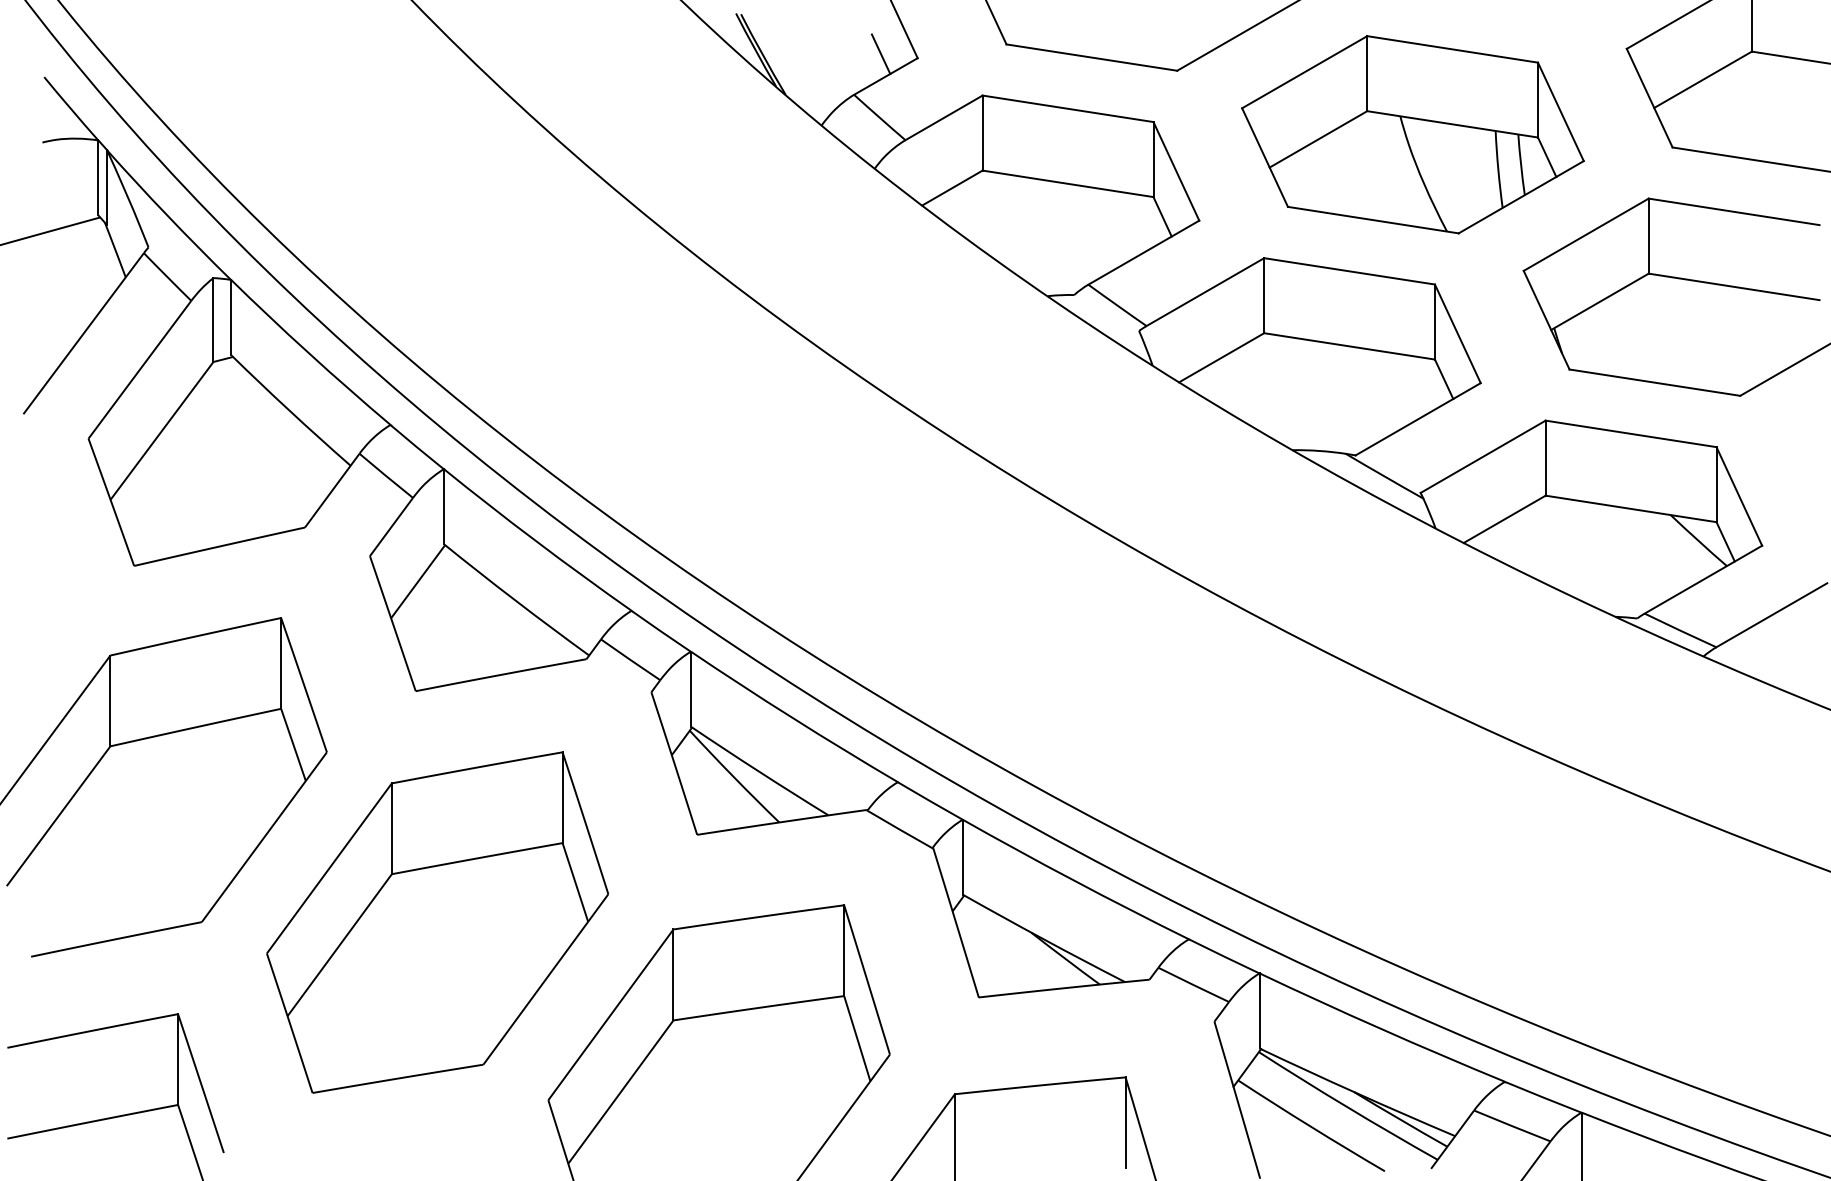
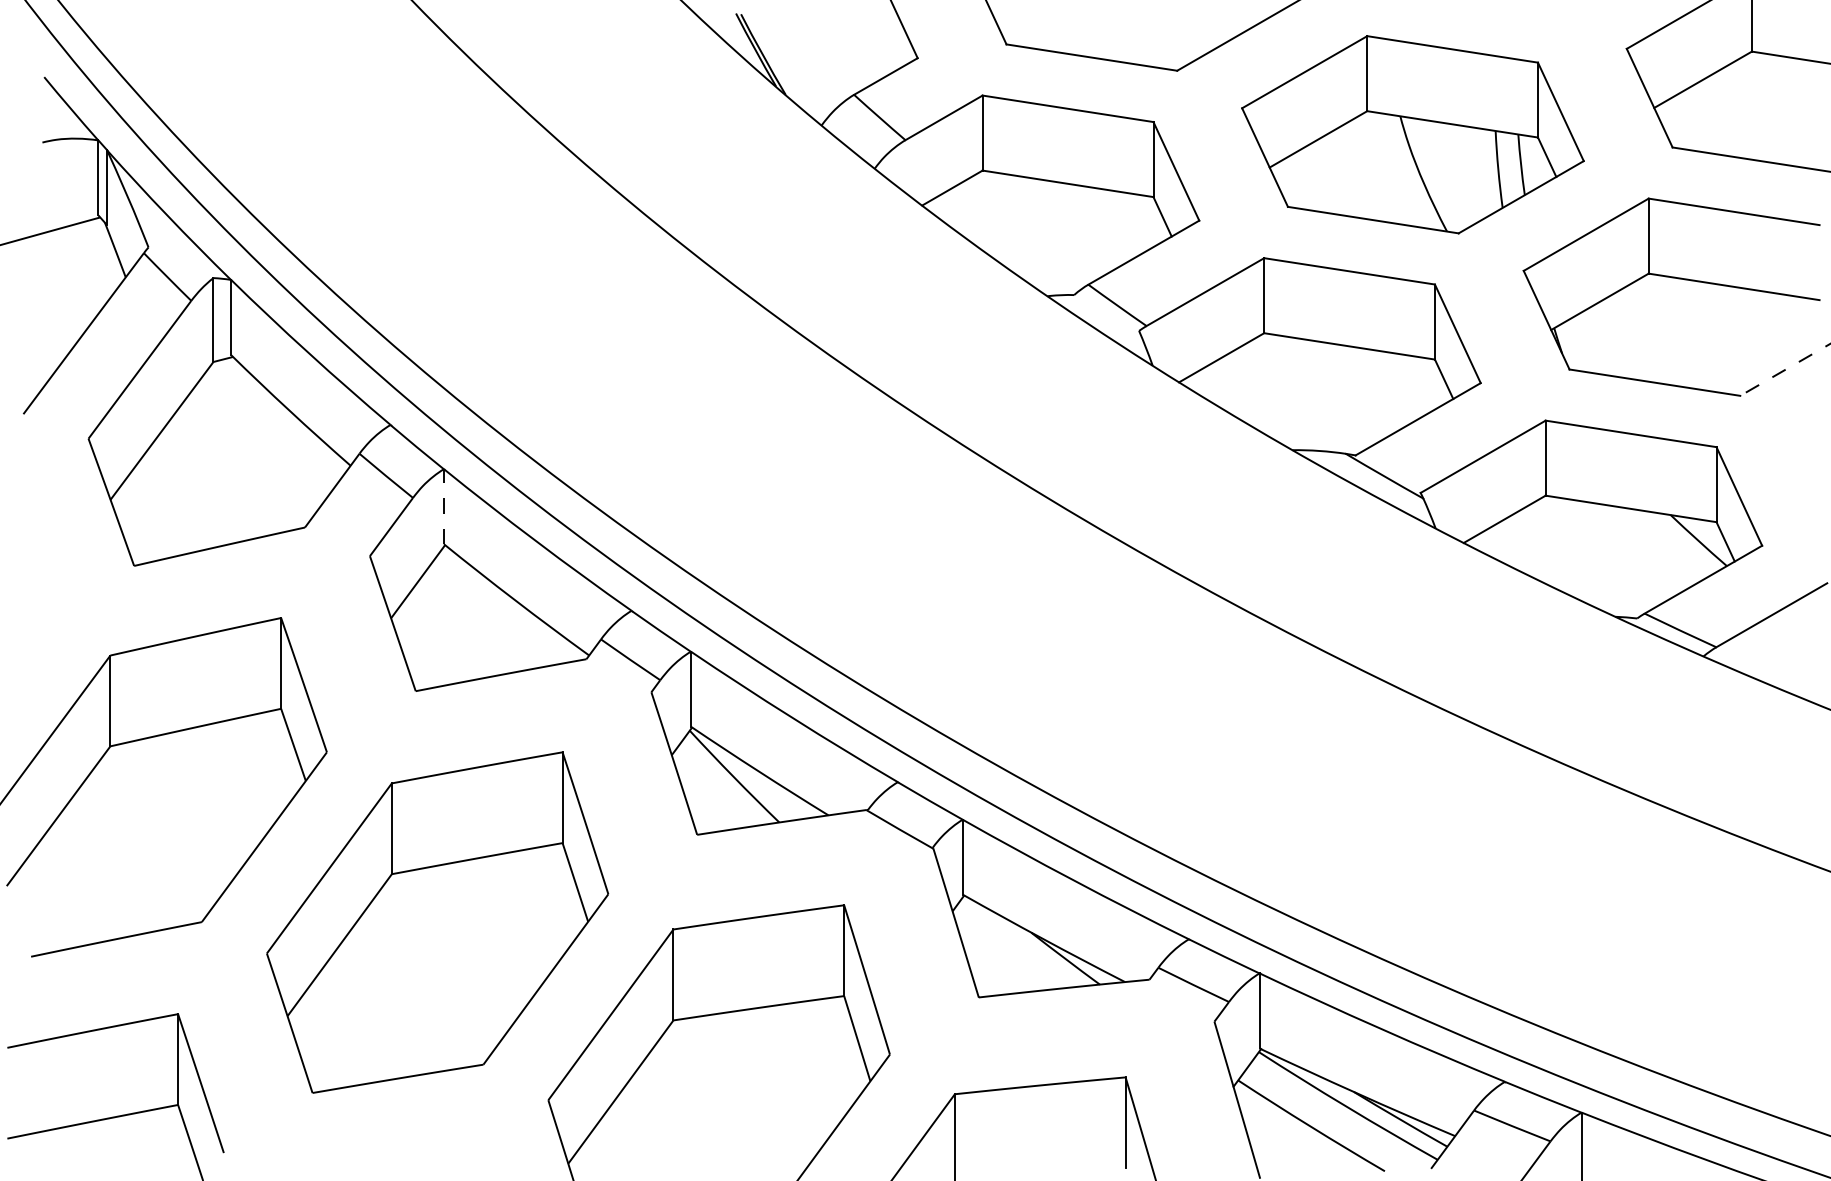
line at (880, 53): present -> none
line at (1785, 369): solid -> dashed
line at (443, 506): solid -> dashed
